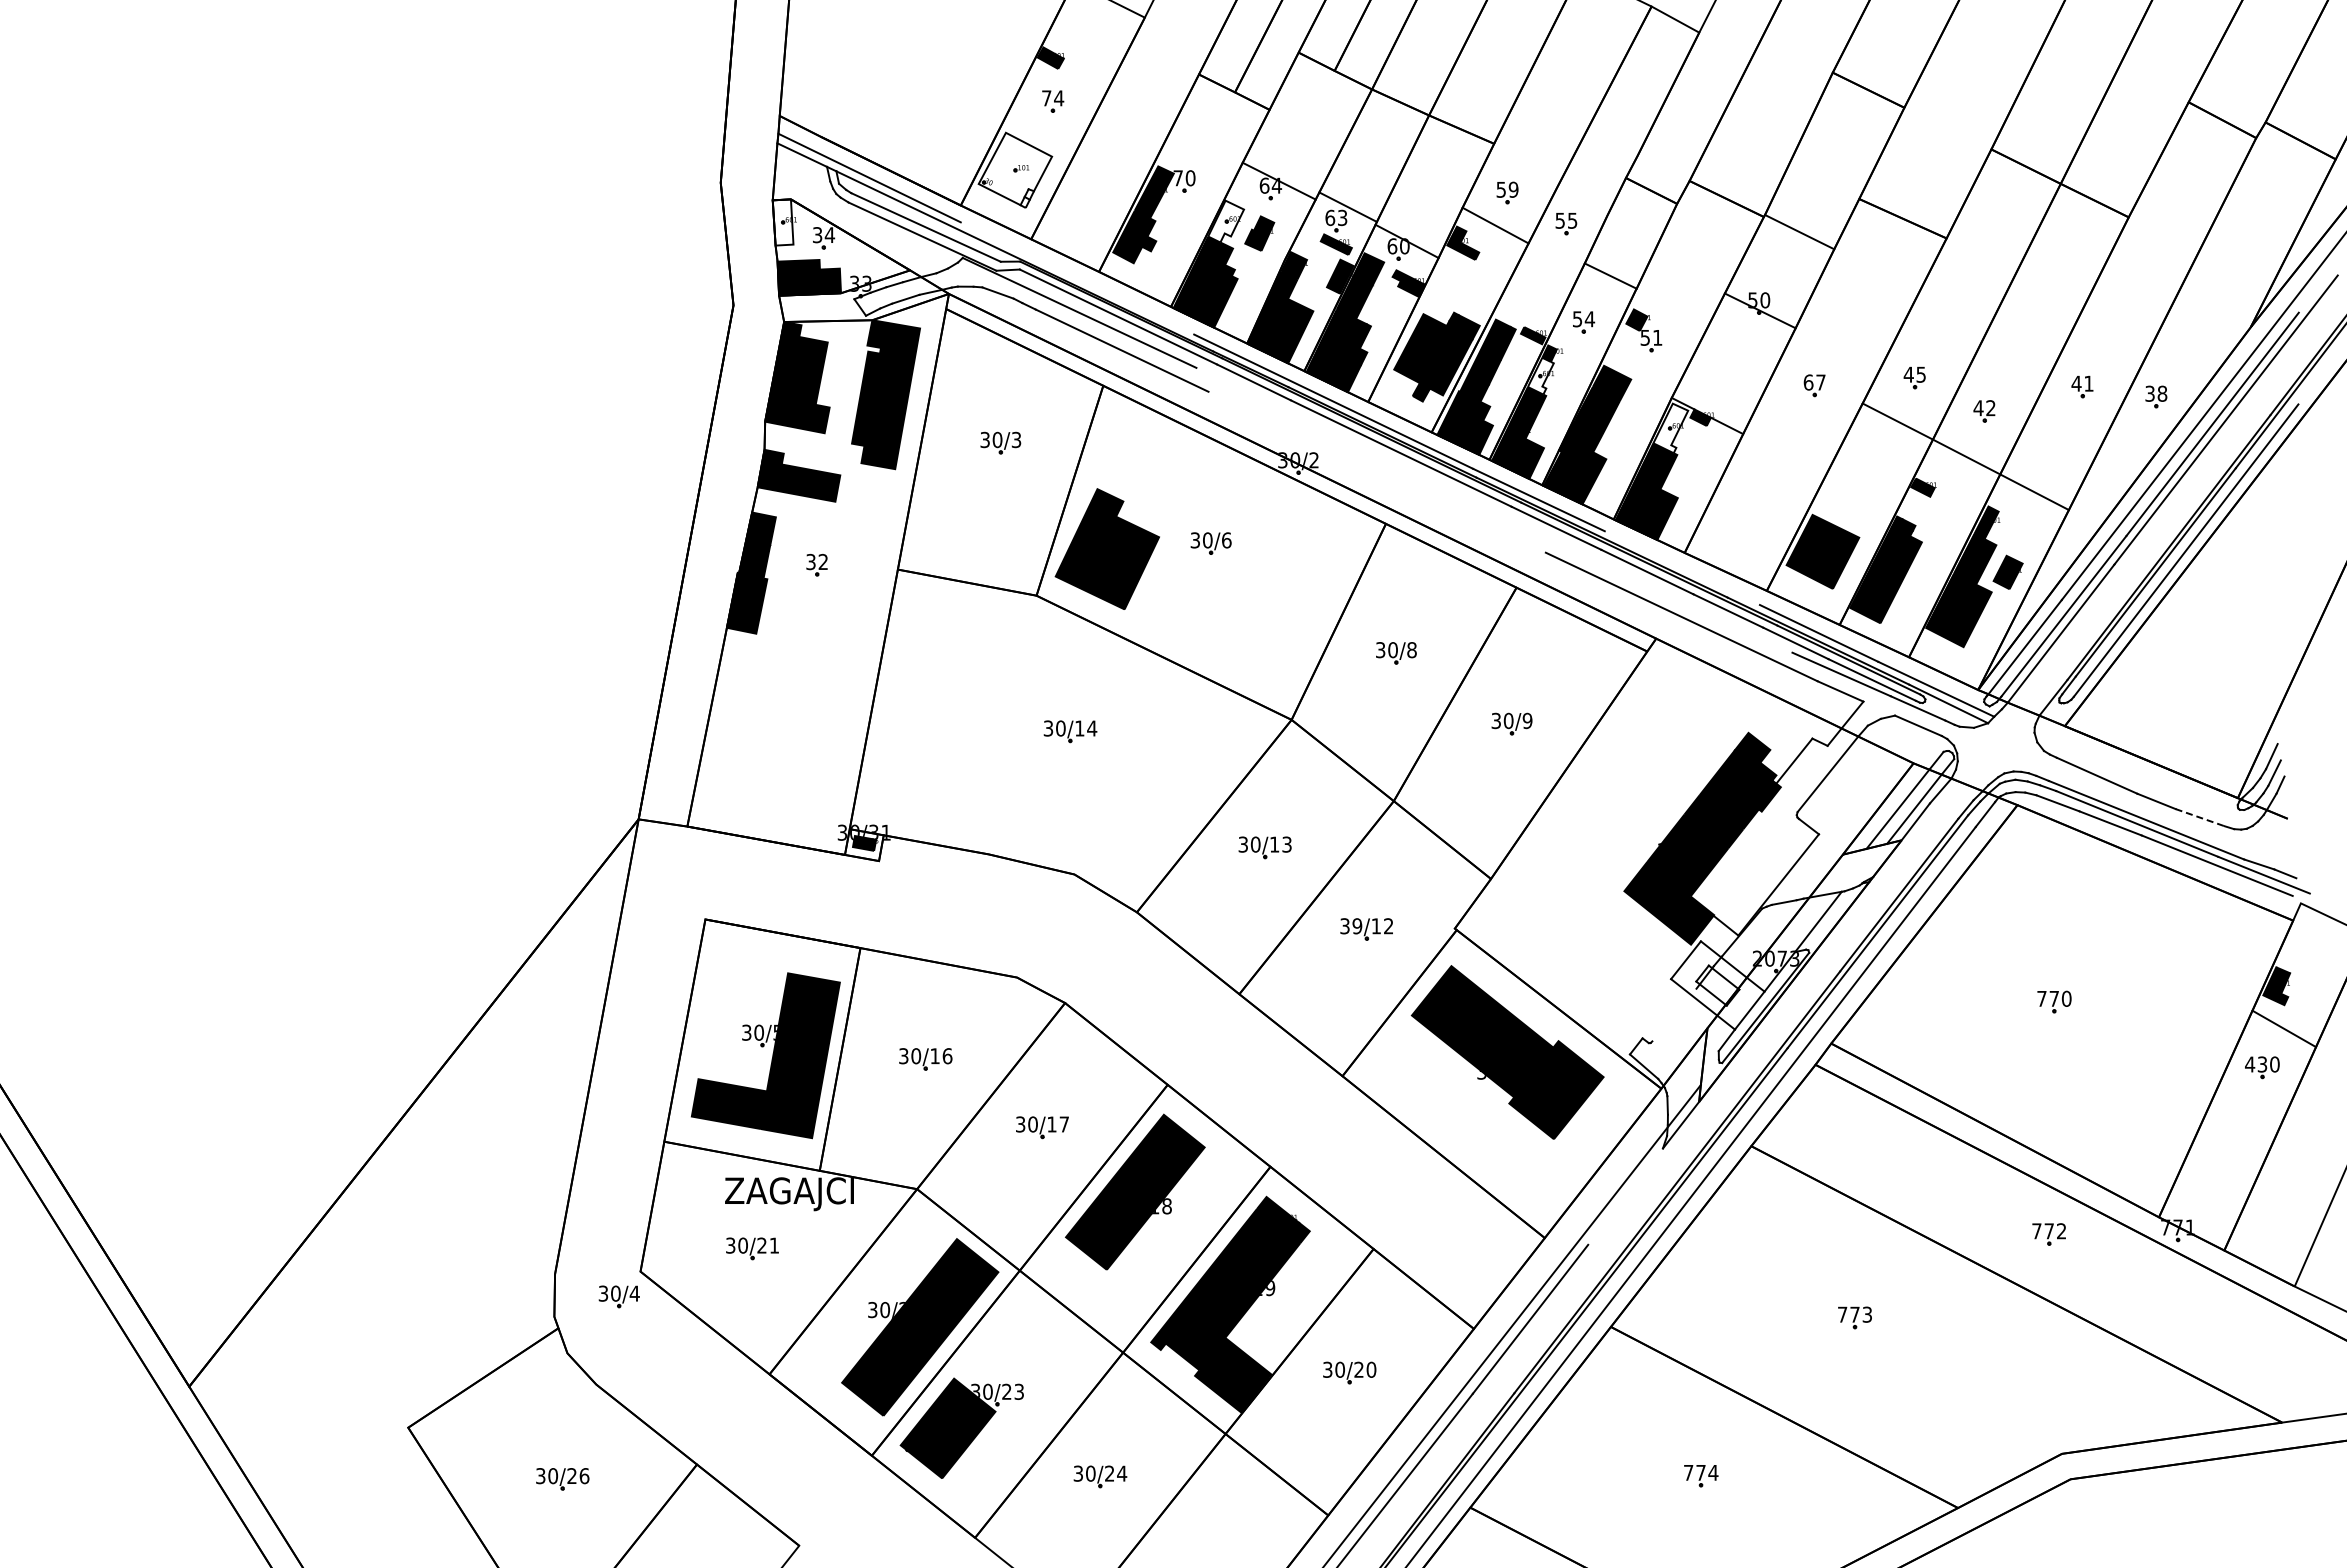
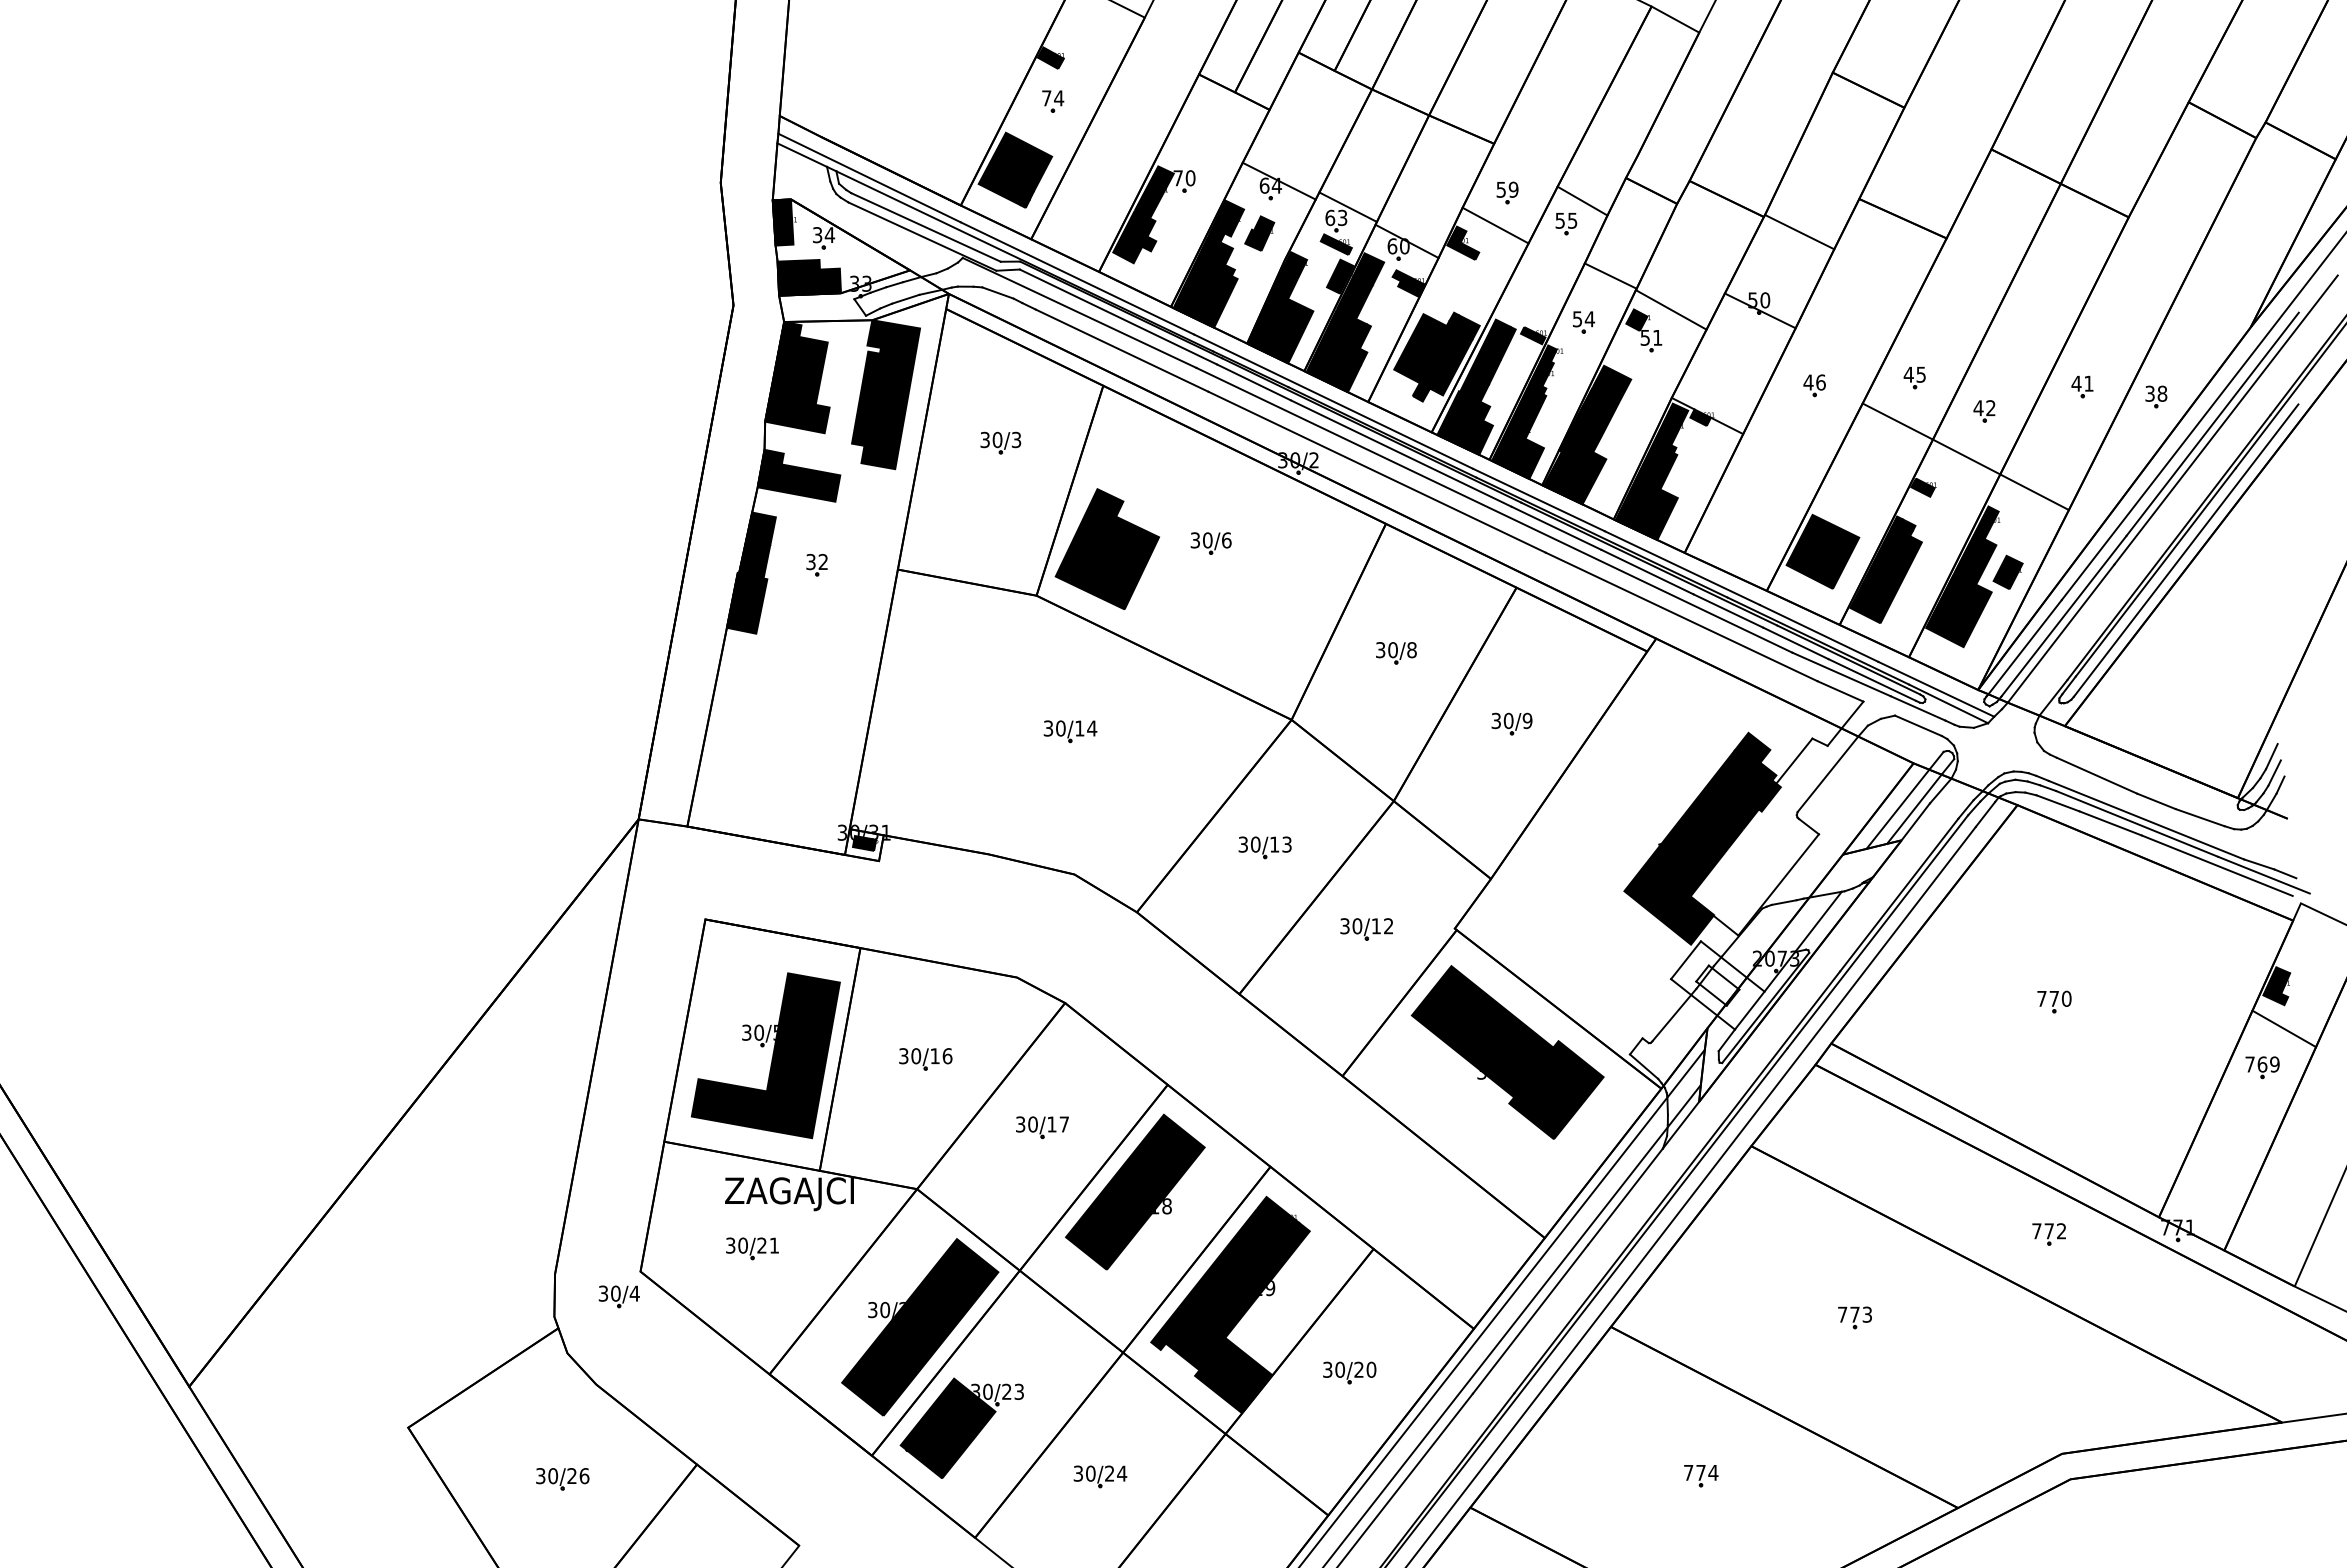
fill at (1015, 169): none -> present
line at (1582, 200): none -> present
fill at (1226, 221): none -> present
fill at (782, 222): none -> present
line at (1077, 278): none -> present
line at (1670, 309): none -> present
fill at (1540, 375): none -> present
text at (1814, 382): 67 -> 46
fill at (1670, 428): none -> present
line at (1376, 471): none -> present
line at (1494, 509): none -> present
line at (1681, 568): none -> present
line at (2200, 817): dashed -> solid
text at (1357, 926): 39/12 -> 30/12
line at (1674, 1014): none -> present
text at (2262, 1064): 430 -> 769
line at (1625, 1196): none -> present
line at (1502, 1306): none -> present
